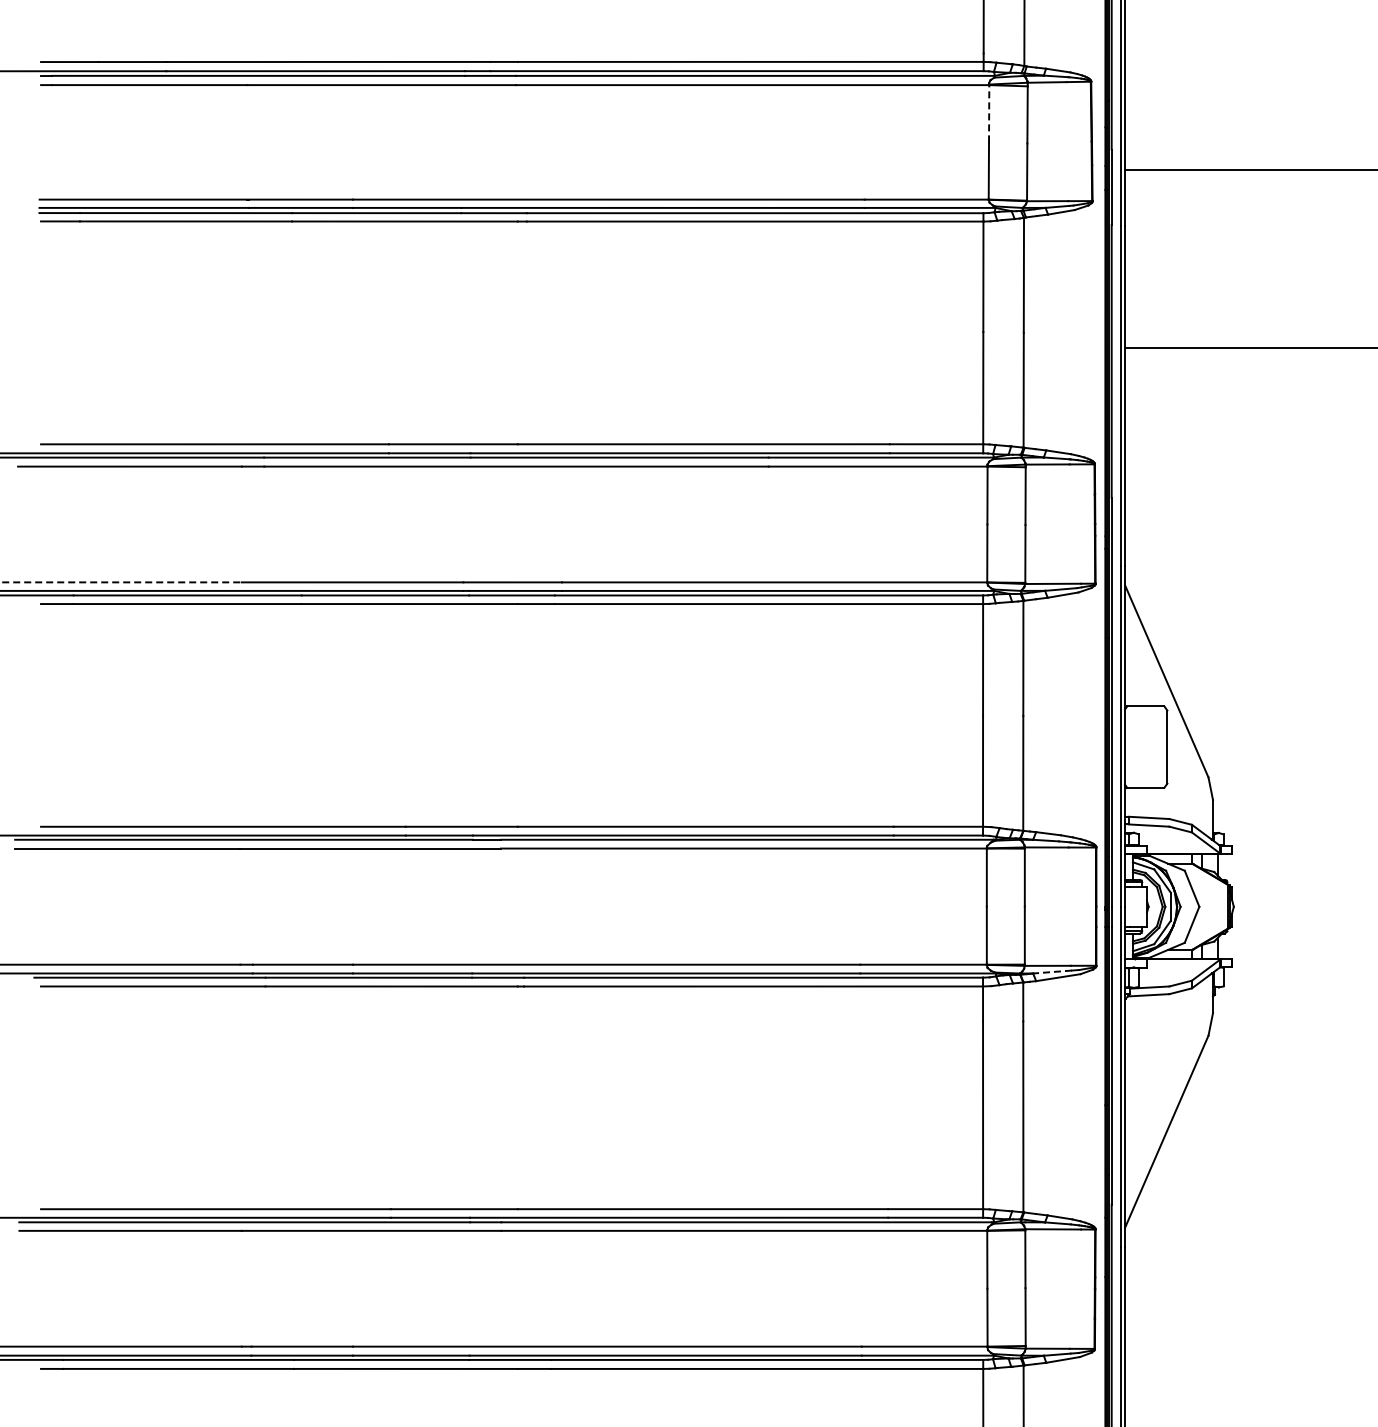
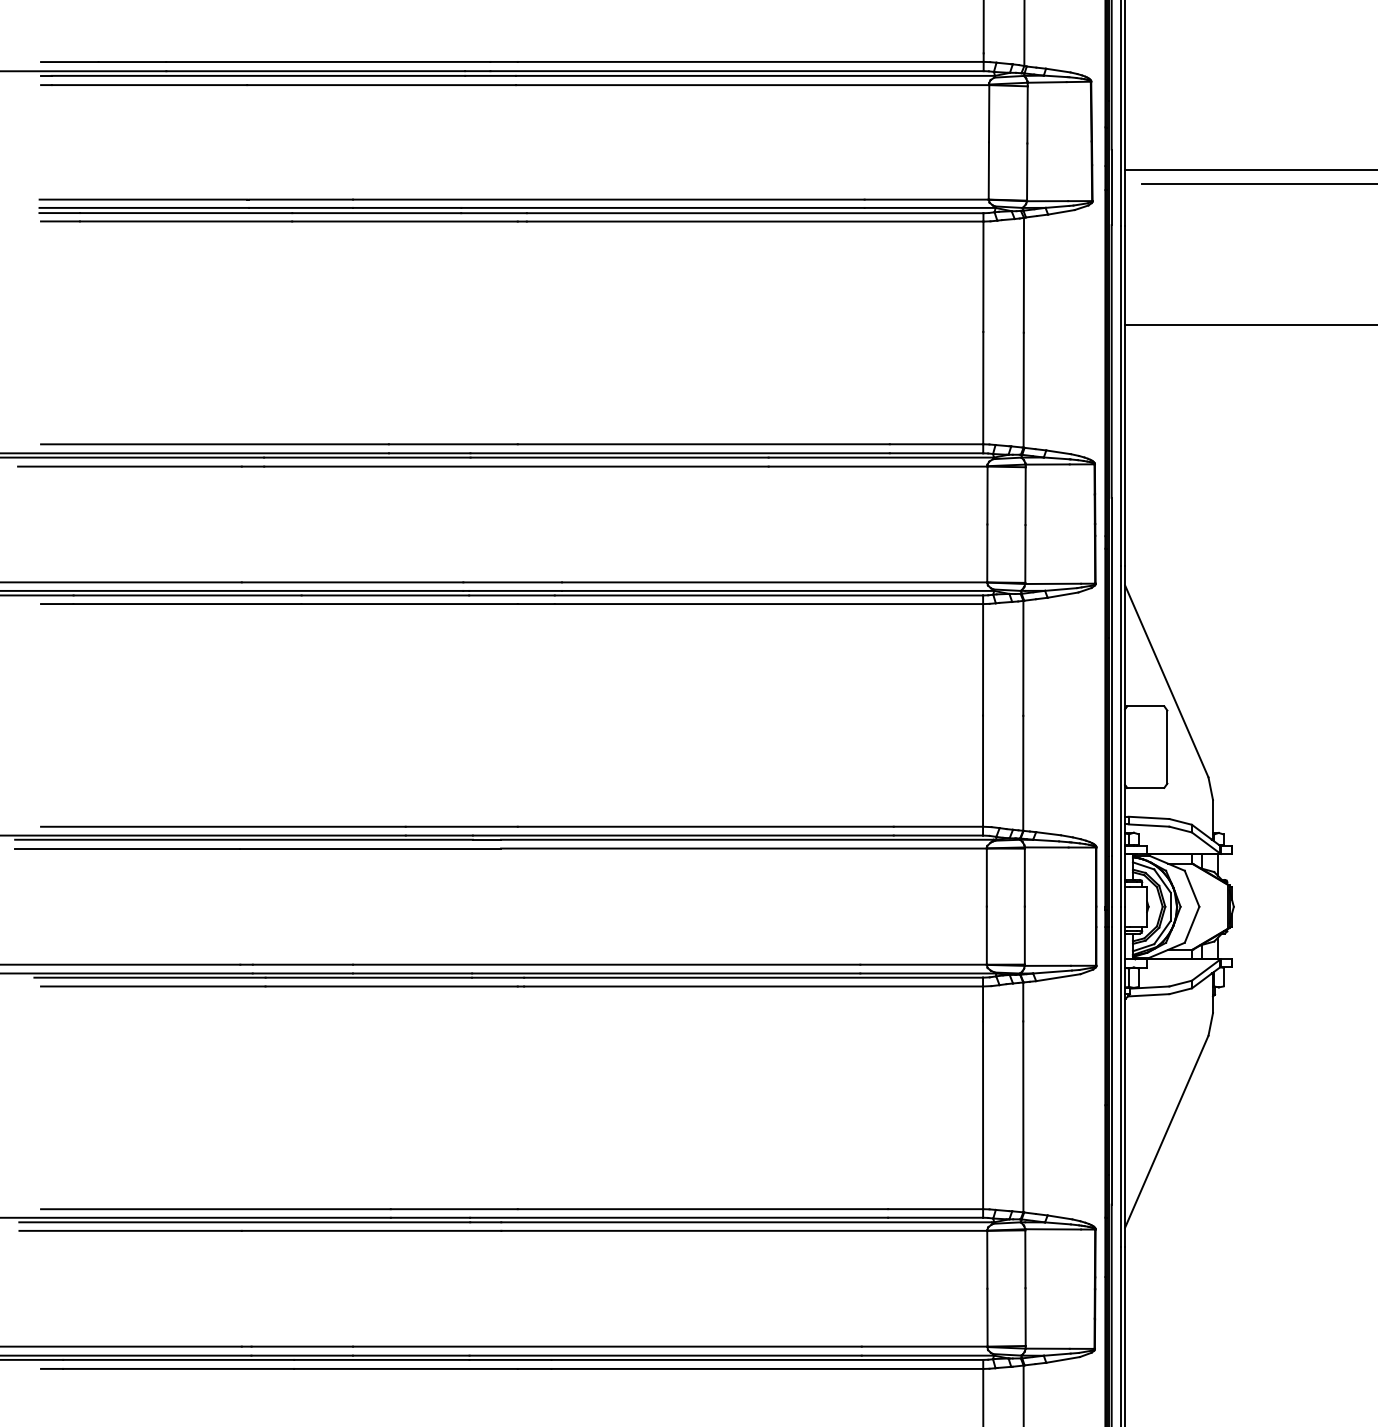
line at (989, 113): dashed -> solid
line at (1257, 183): none -> present
line at (1249, 347) position: (1249, 347) -> (1249, 324)
line at (120, 582): dashed -> solid
line at (1052, 972): dashed -> solid
